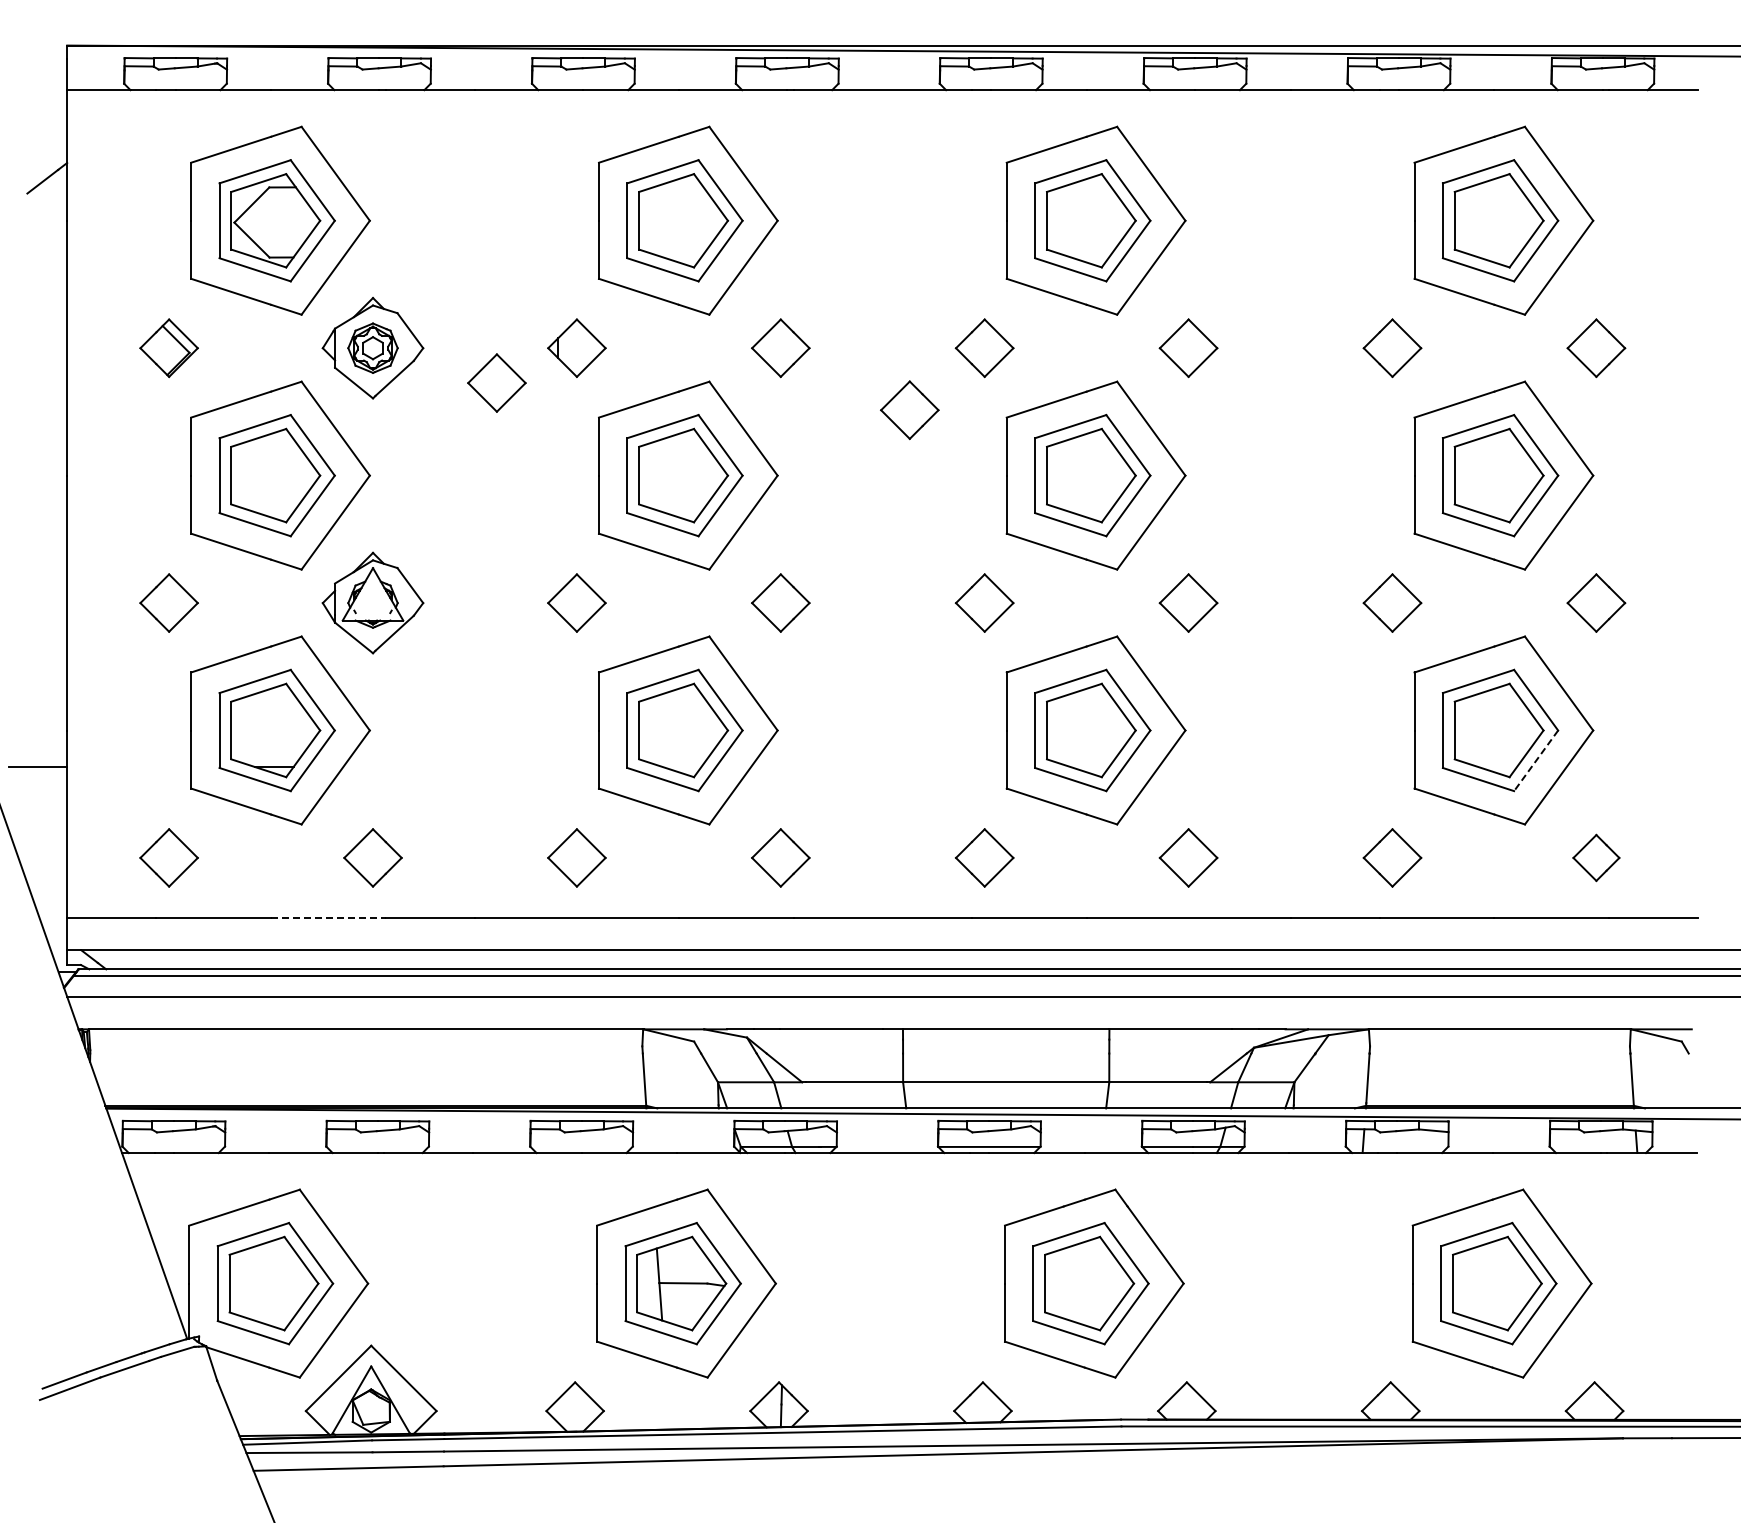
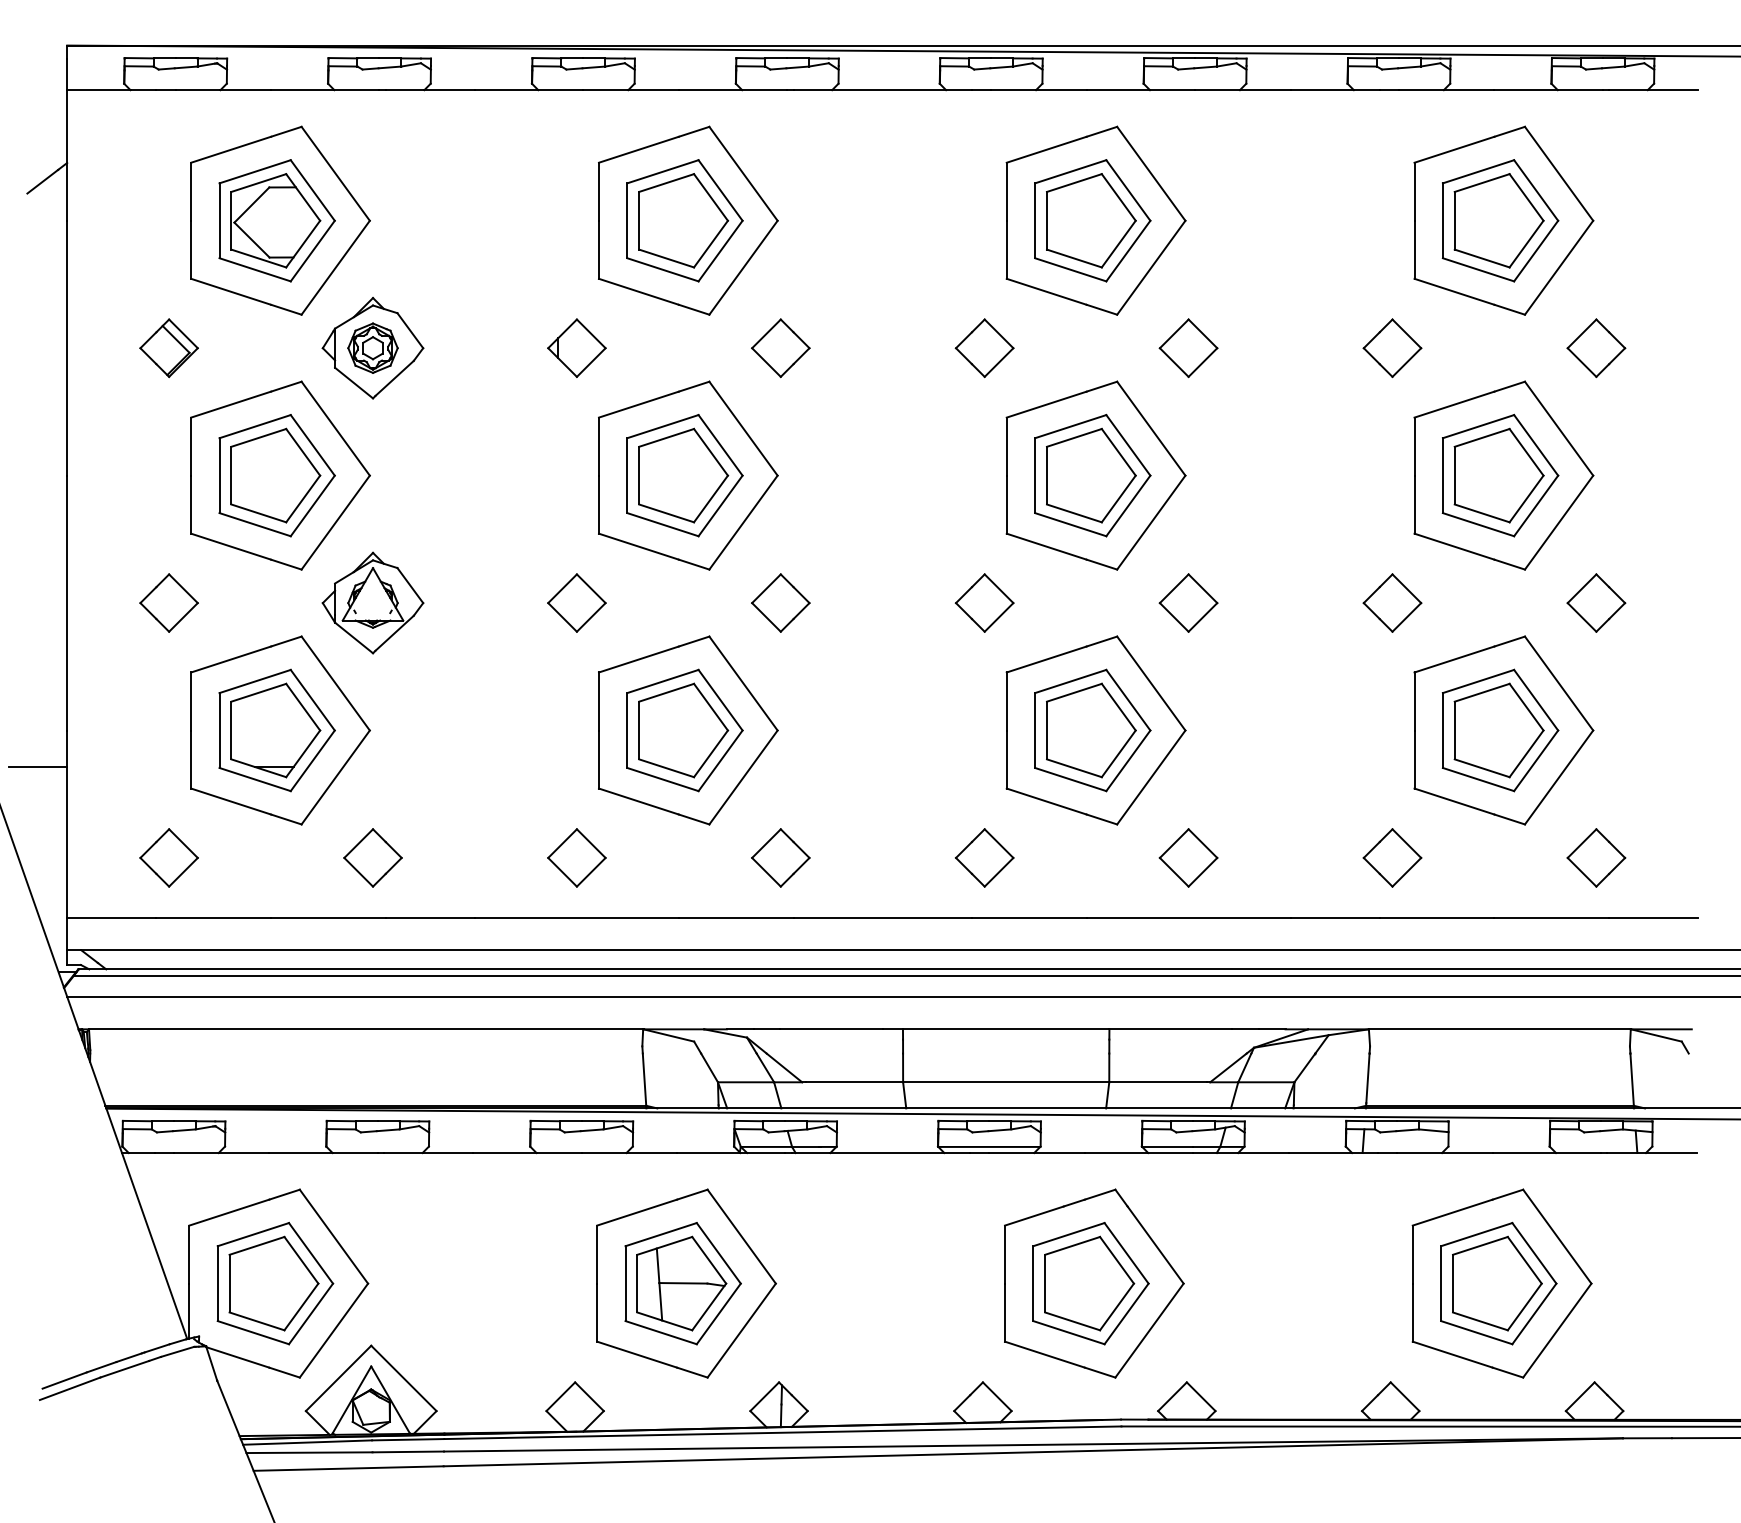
part at (496, 382): present -> none
part at (909, 410): present -> none
line at (1535, 761): dashed -> solid
part at (1596, 857) size: 49x50 px -> 61x60 px
line at (328, 918): dashed -> solid
